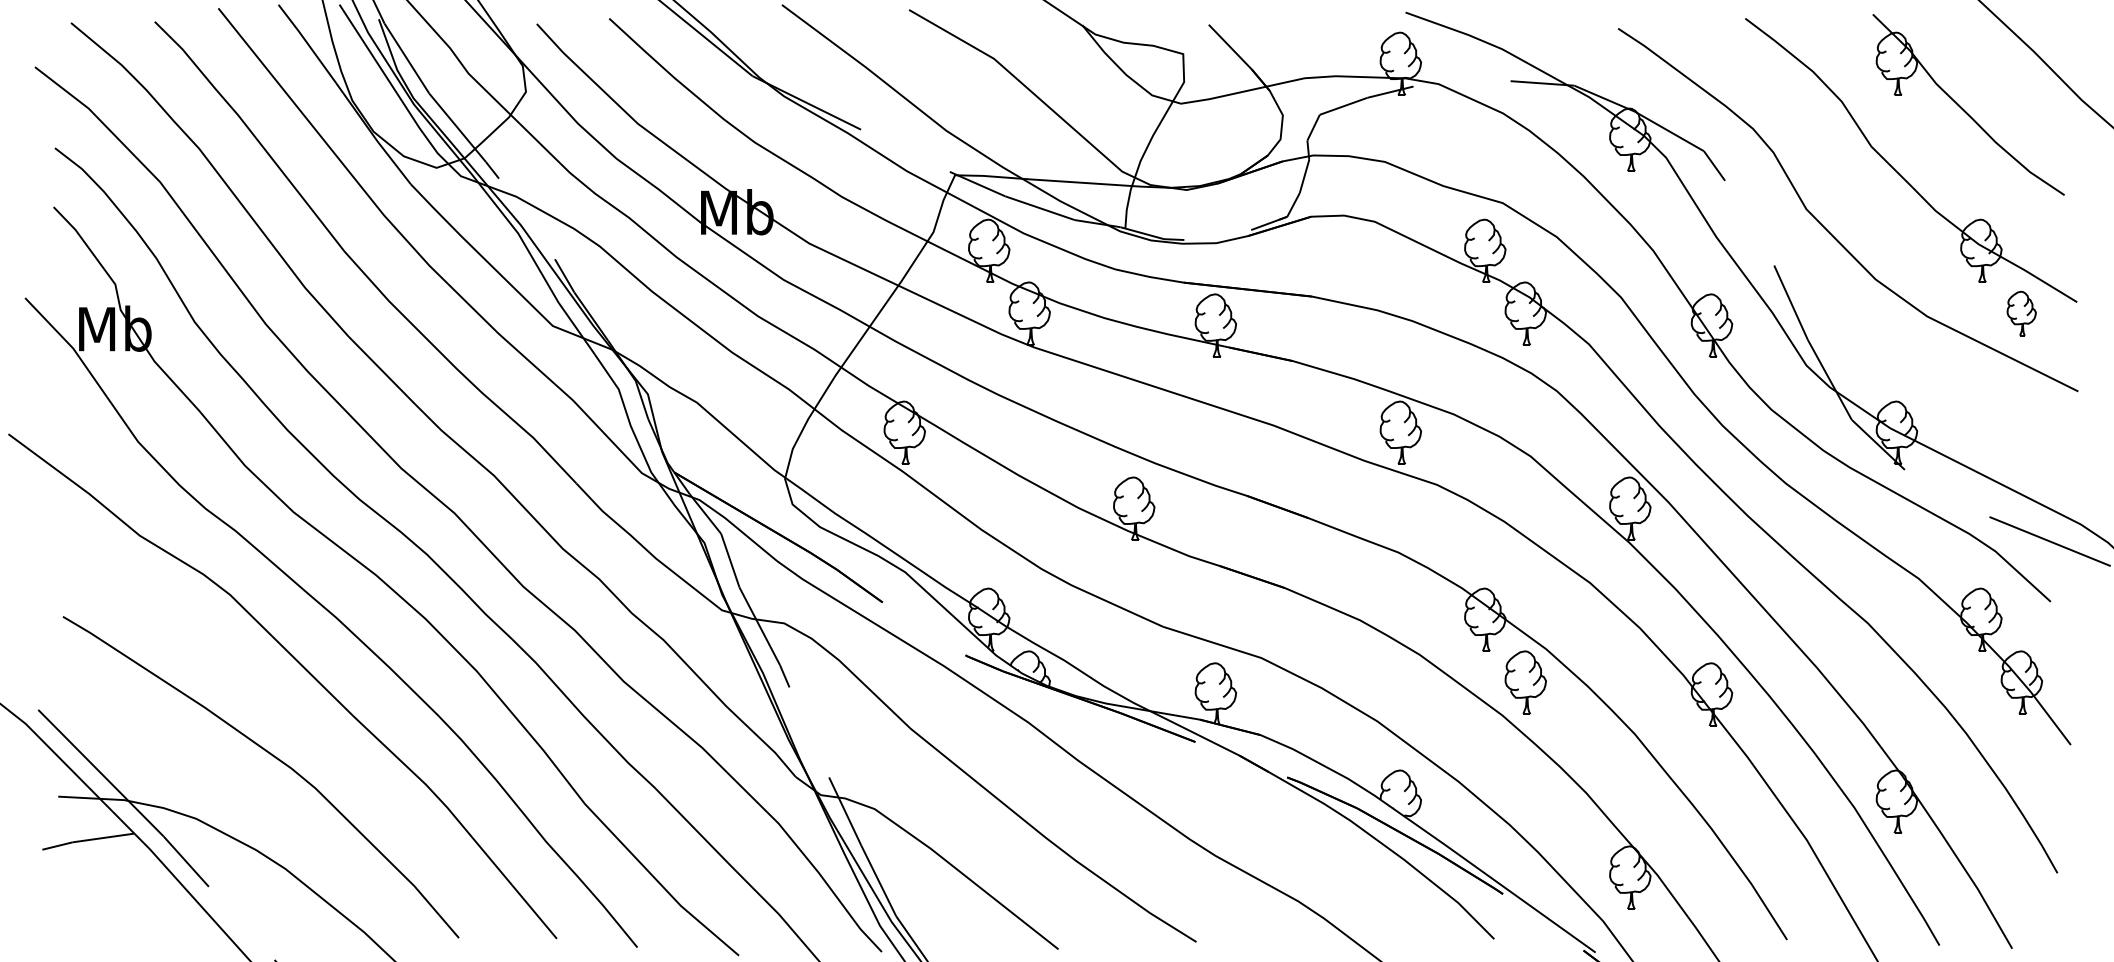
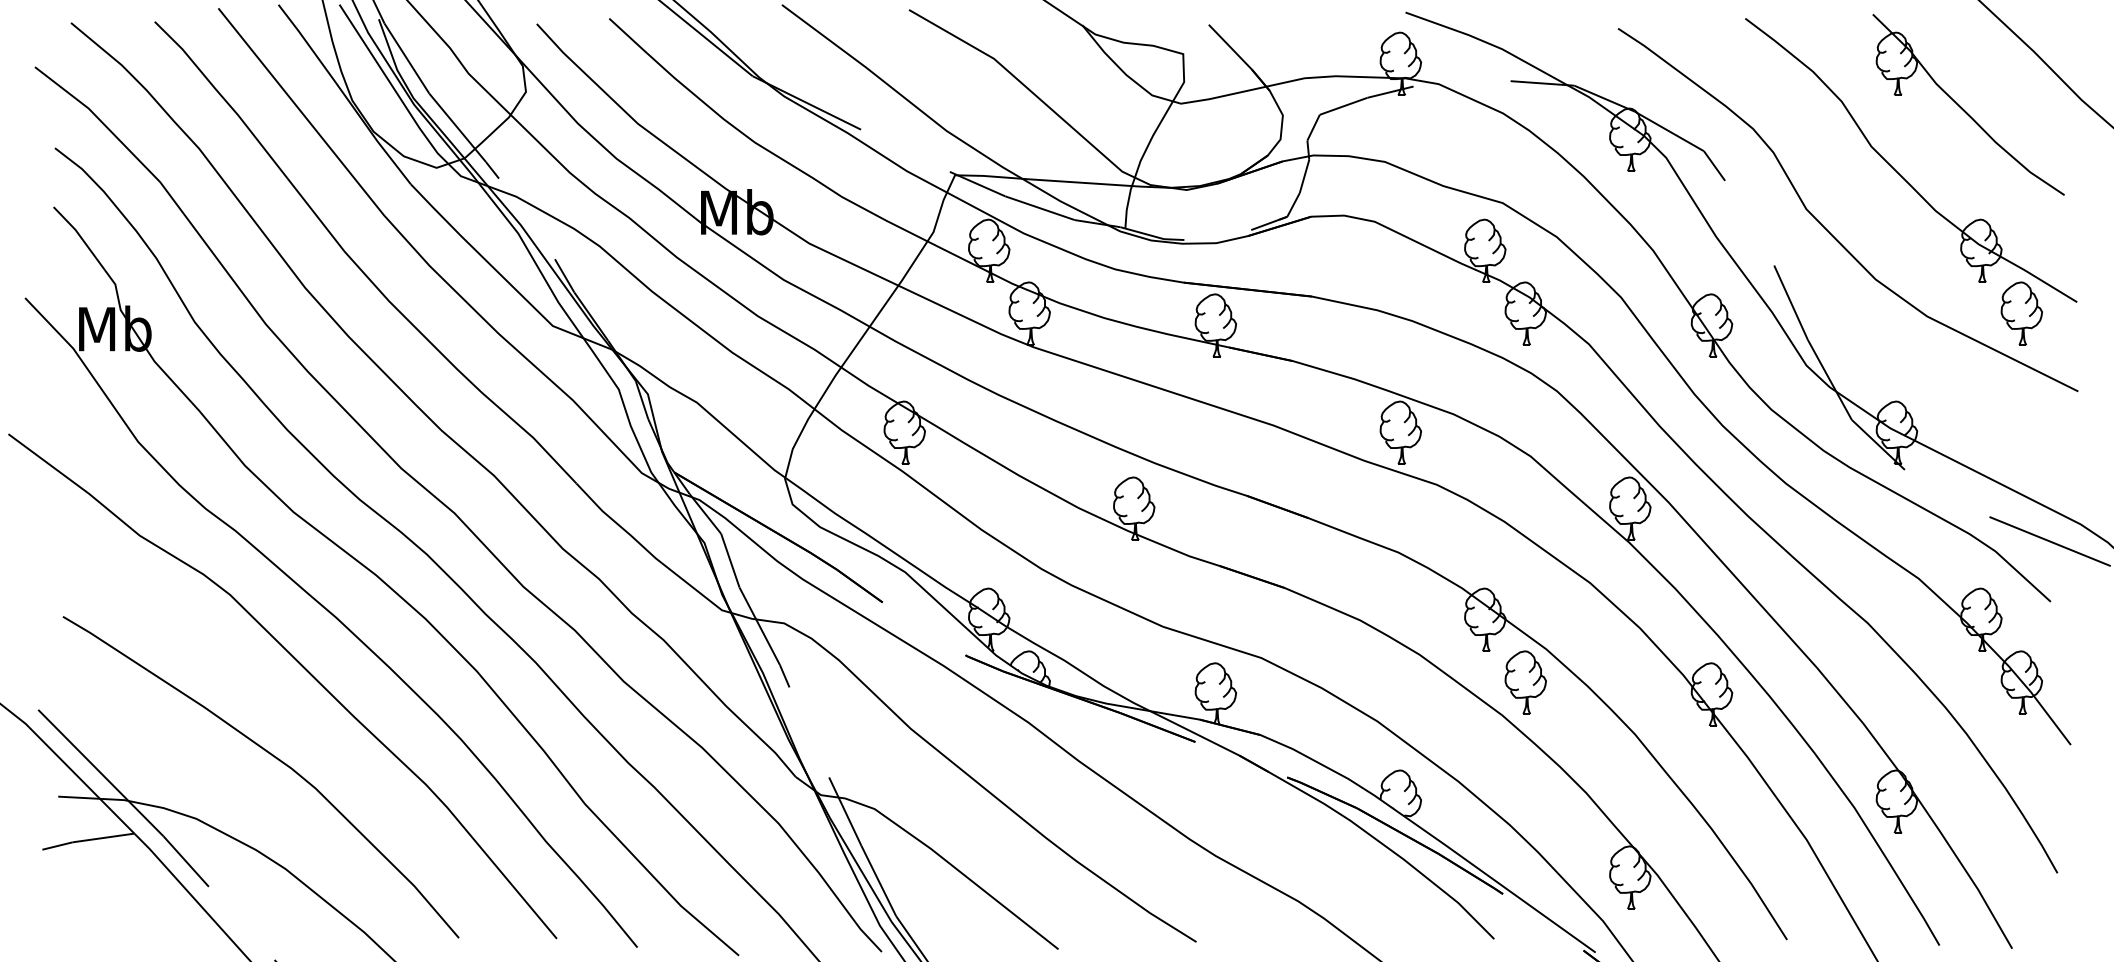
part at (2021, 313) size: 31x47 px -> 43x65 px
